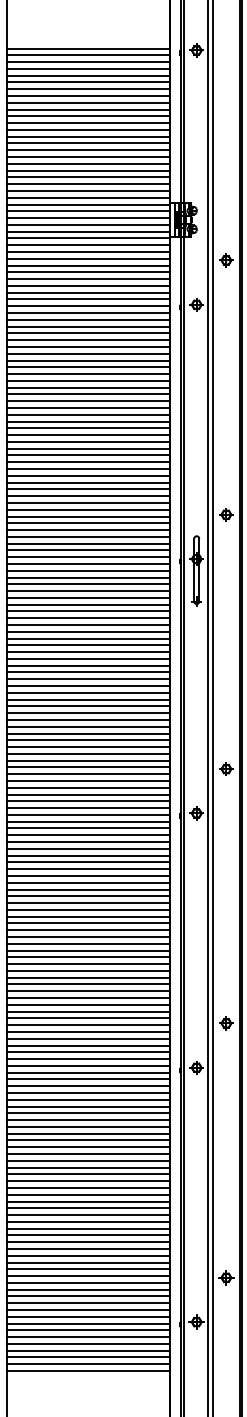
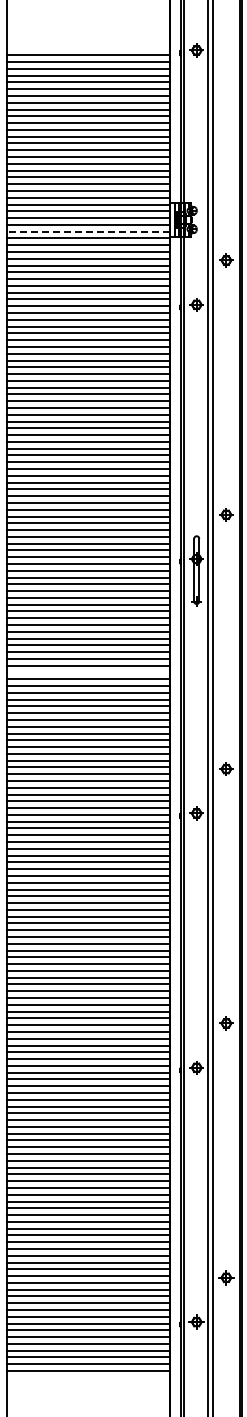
line at (88, 48): present -> none
line at (88, 231): solid -> dashed
line at (88, 672): present -> none
